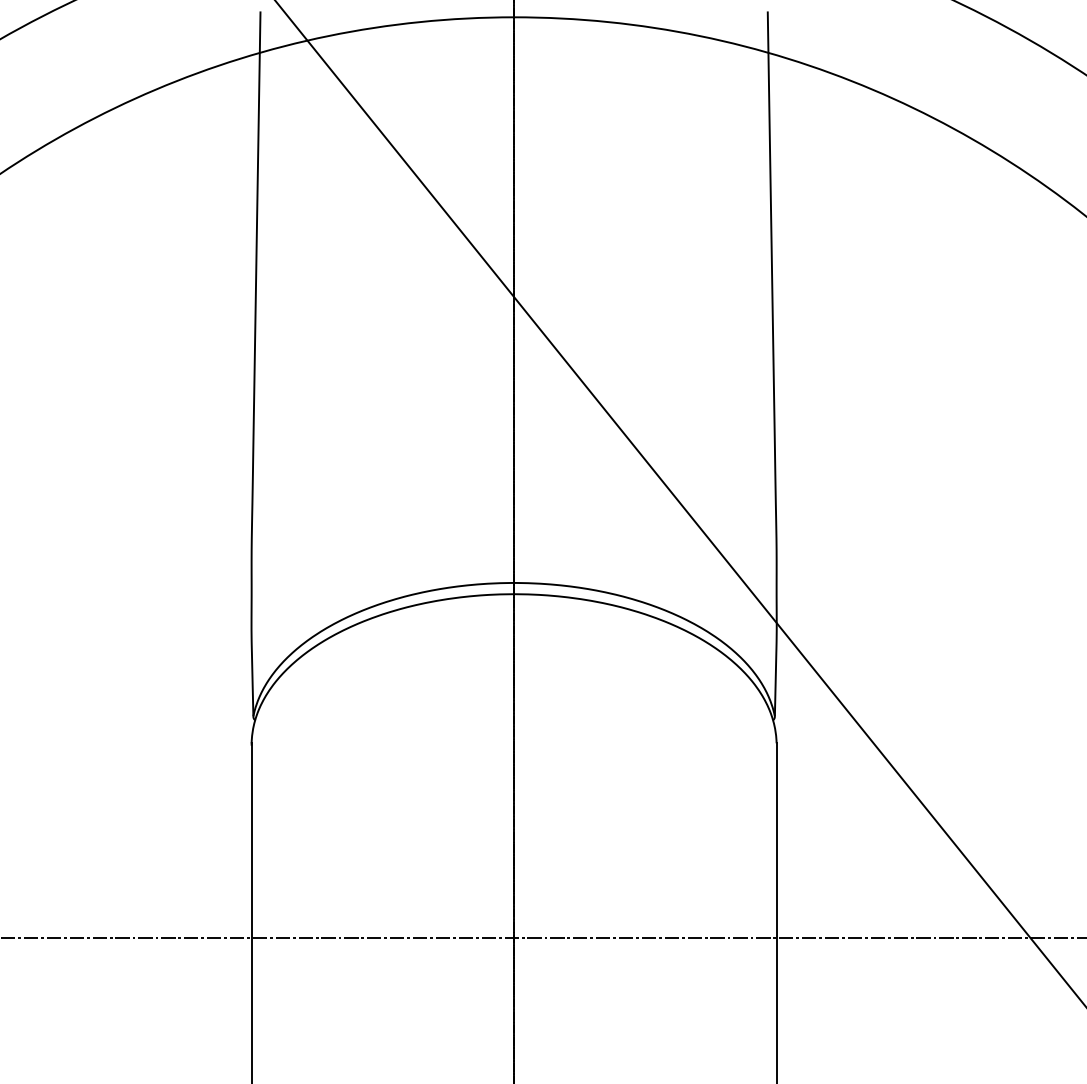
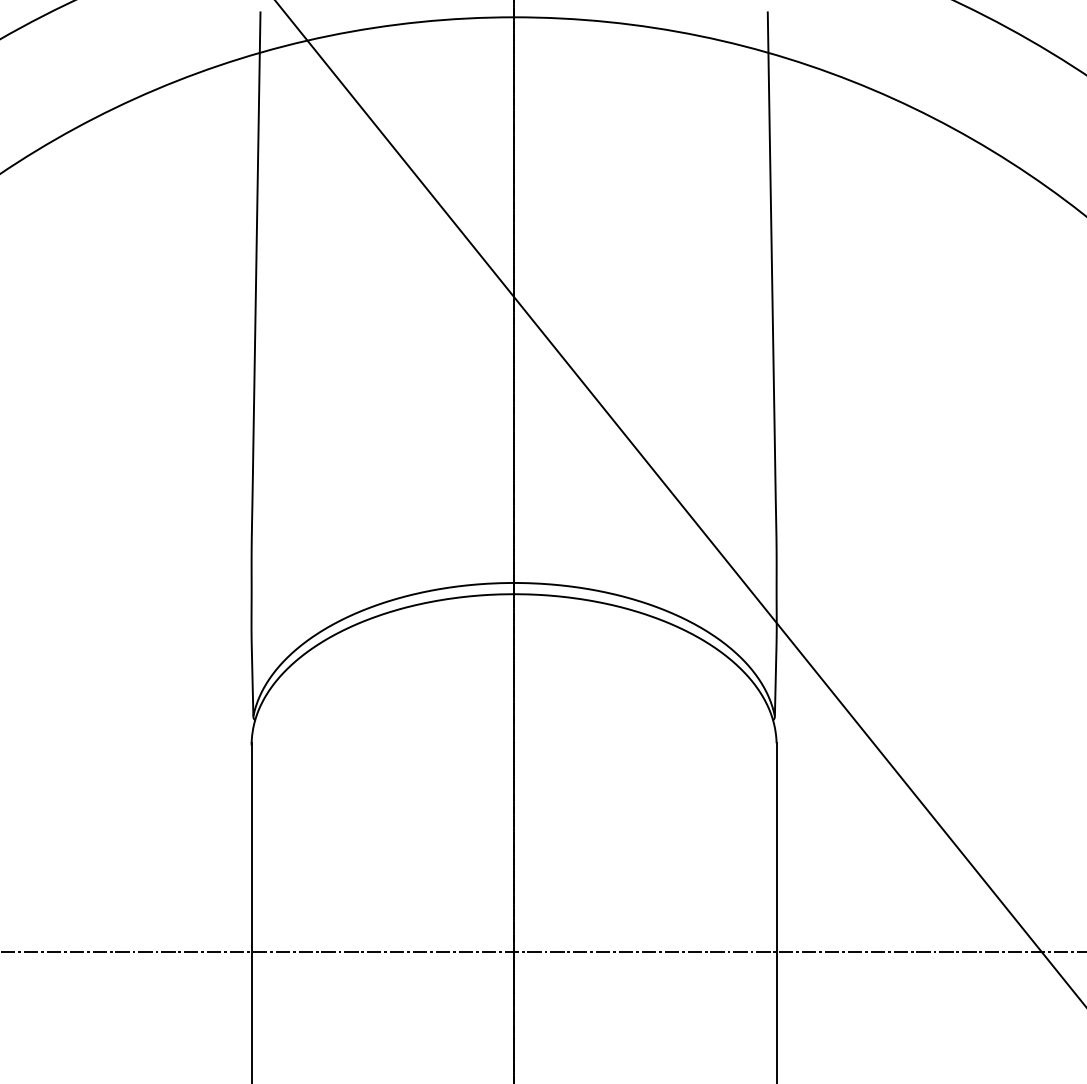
line at (542, 938) position: (542, 938) -> (542, 952)
